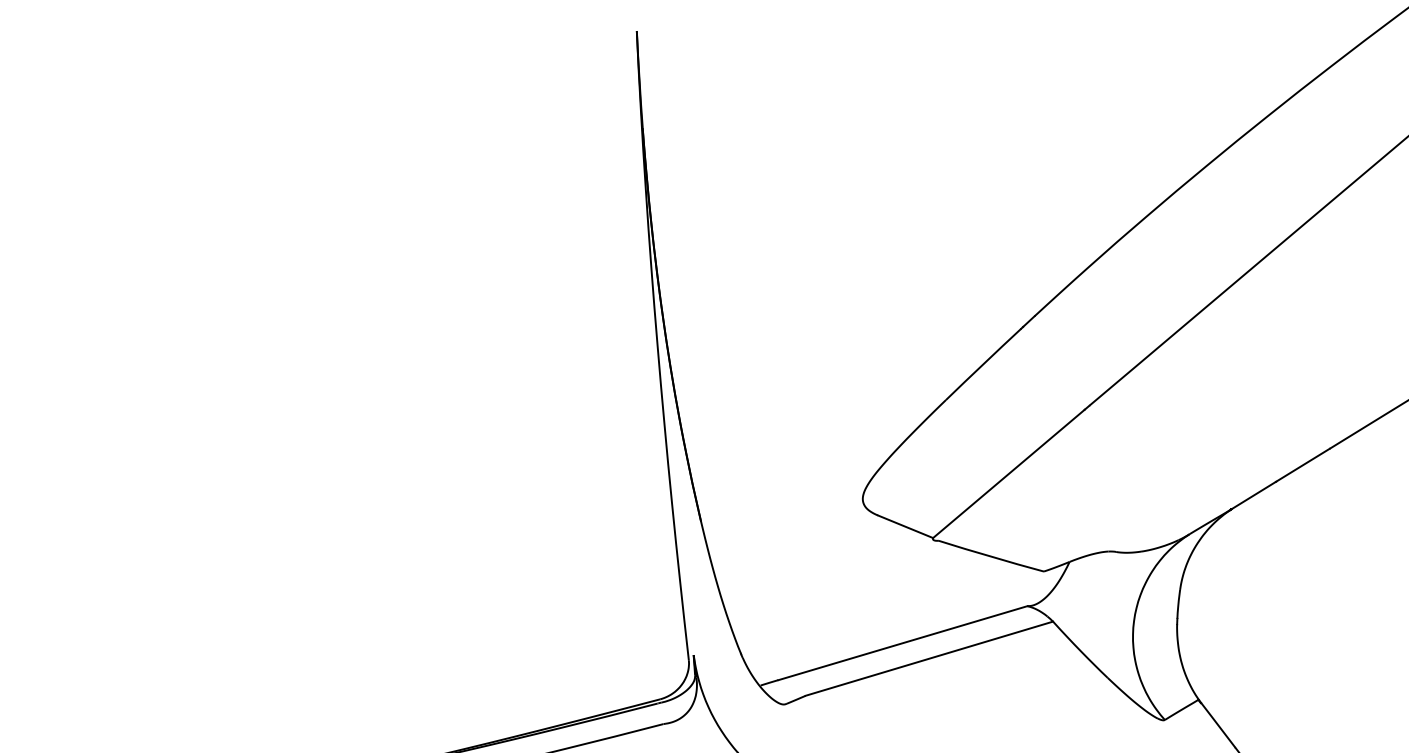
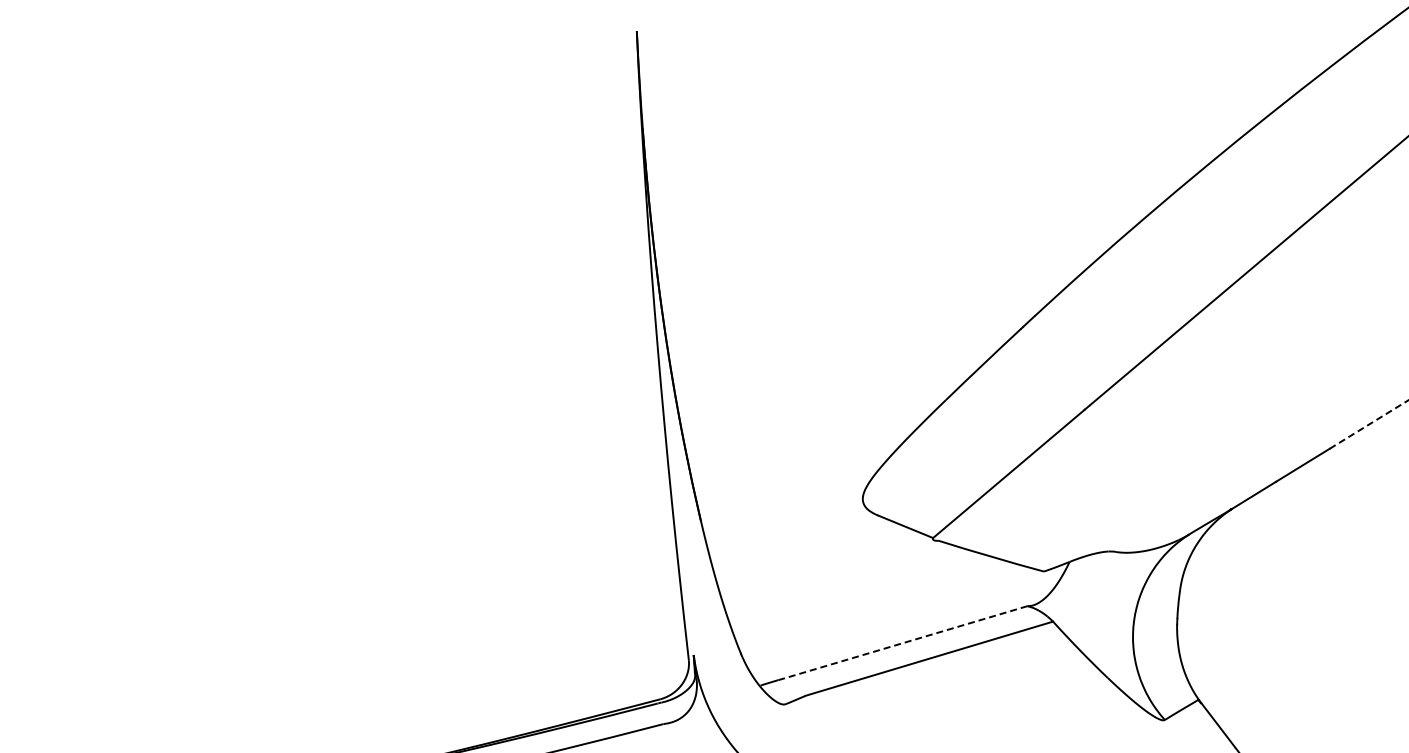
line at (1369, 424): solid -> dashed
line at (902, 643): solid -> dashed
